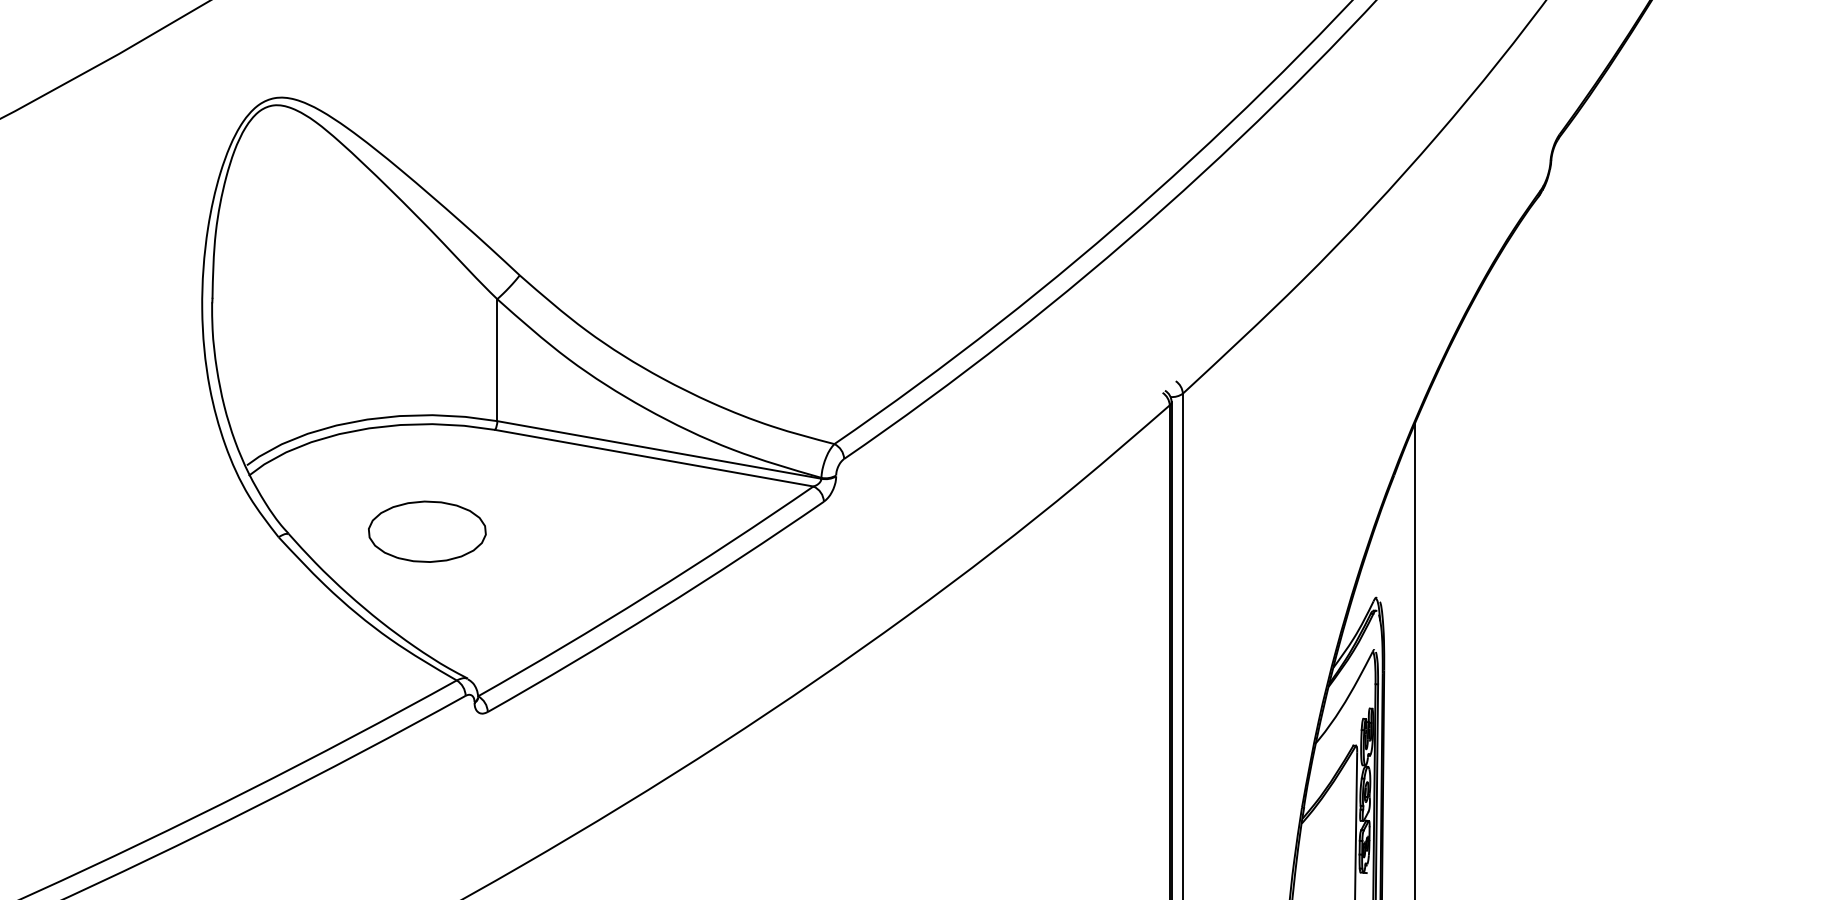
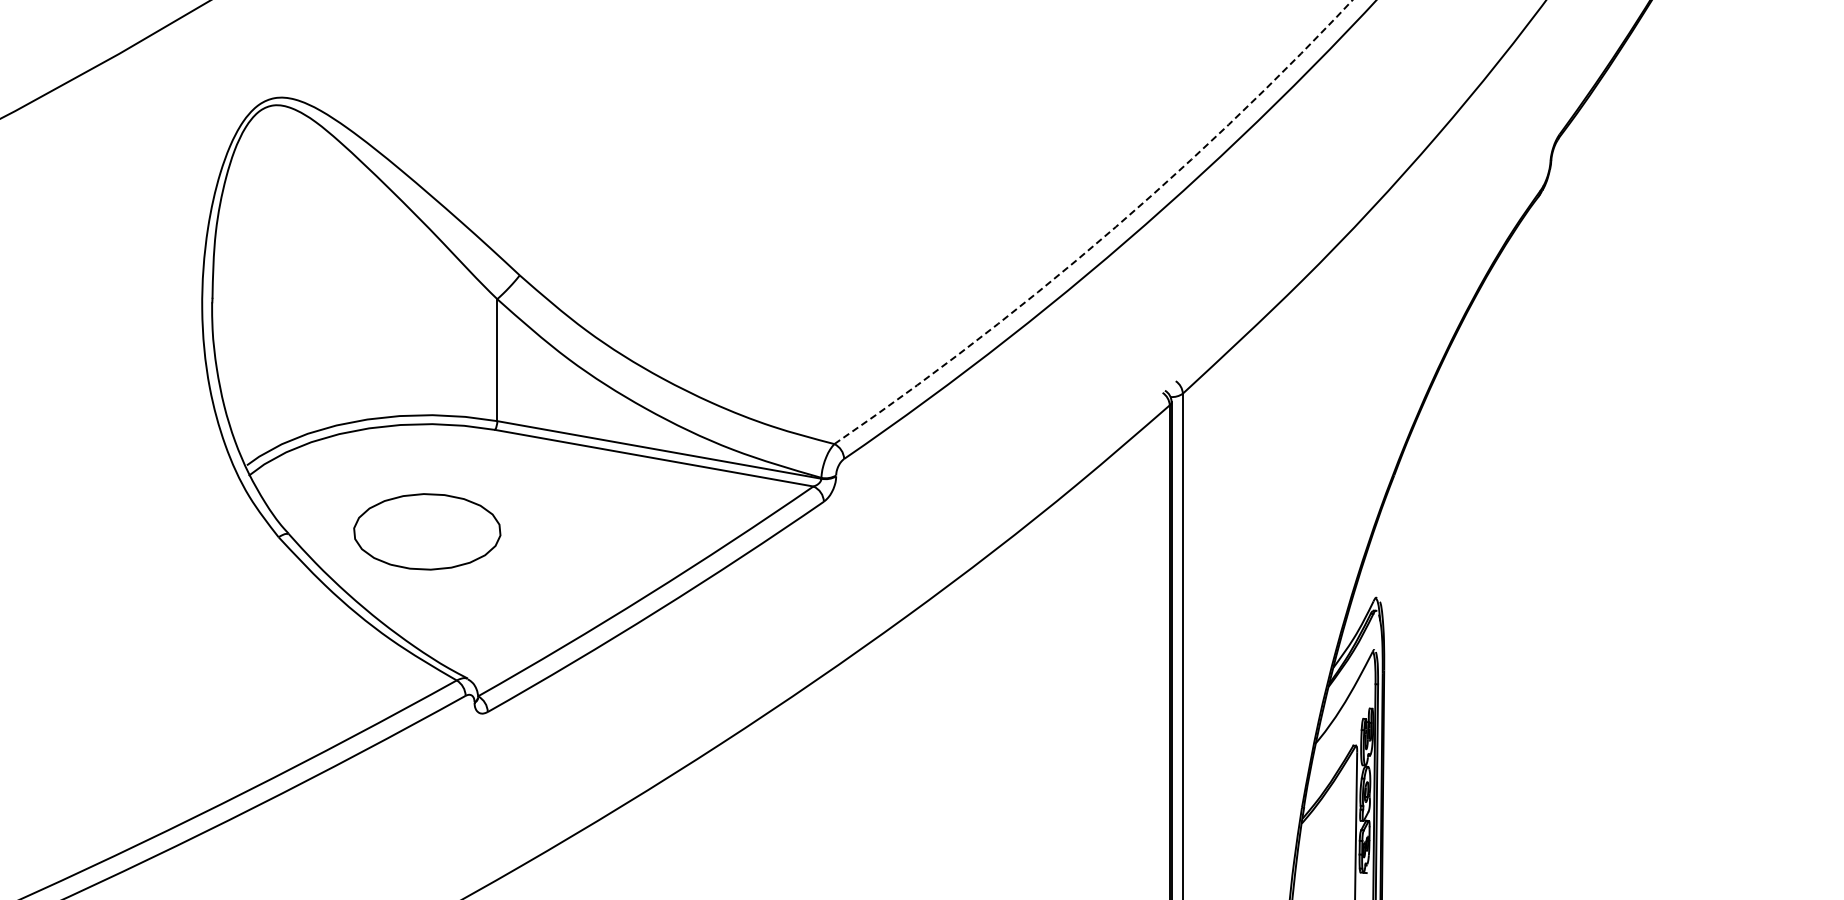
arc at (1106, 235): solid -> dashed
part at (427, 531) size: 119x63 px -> 149x78 px
line at (1415, 659): present -> none
